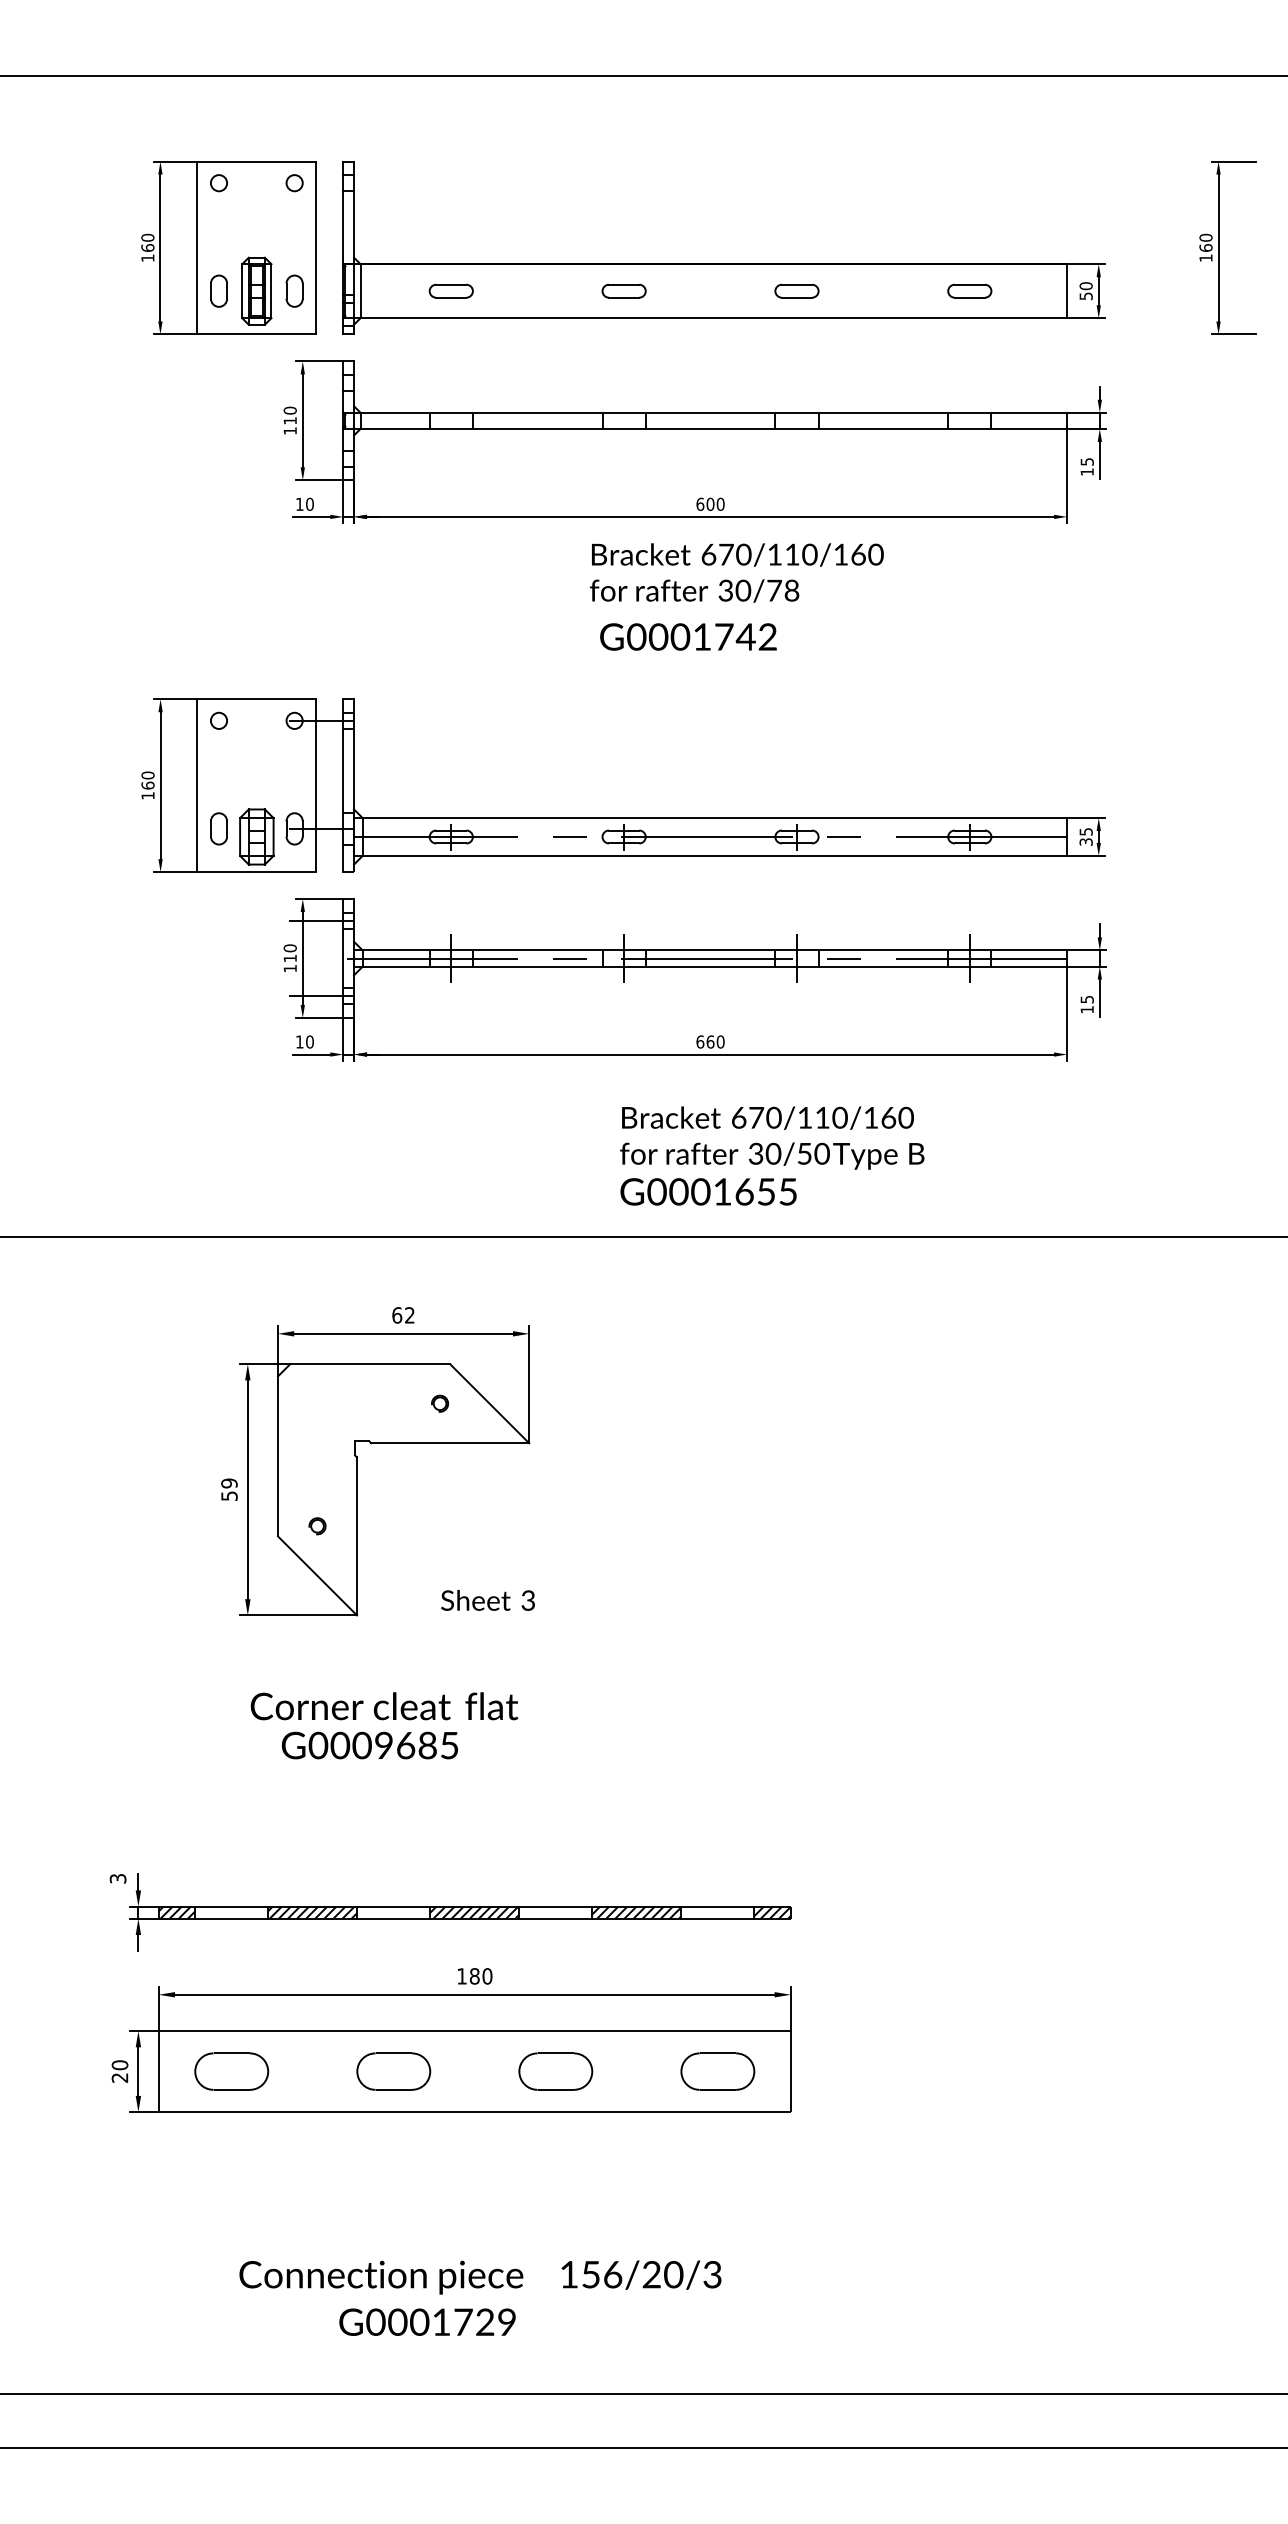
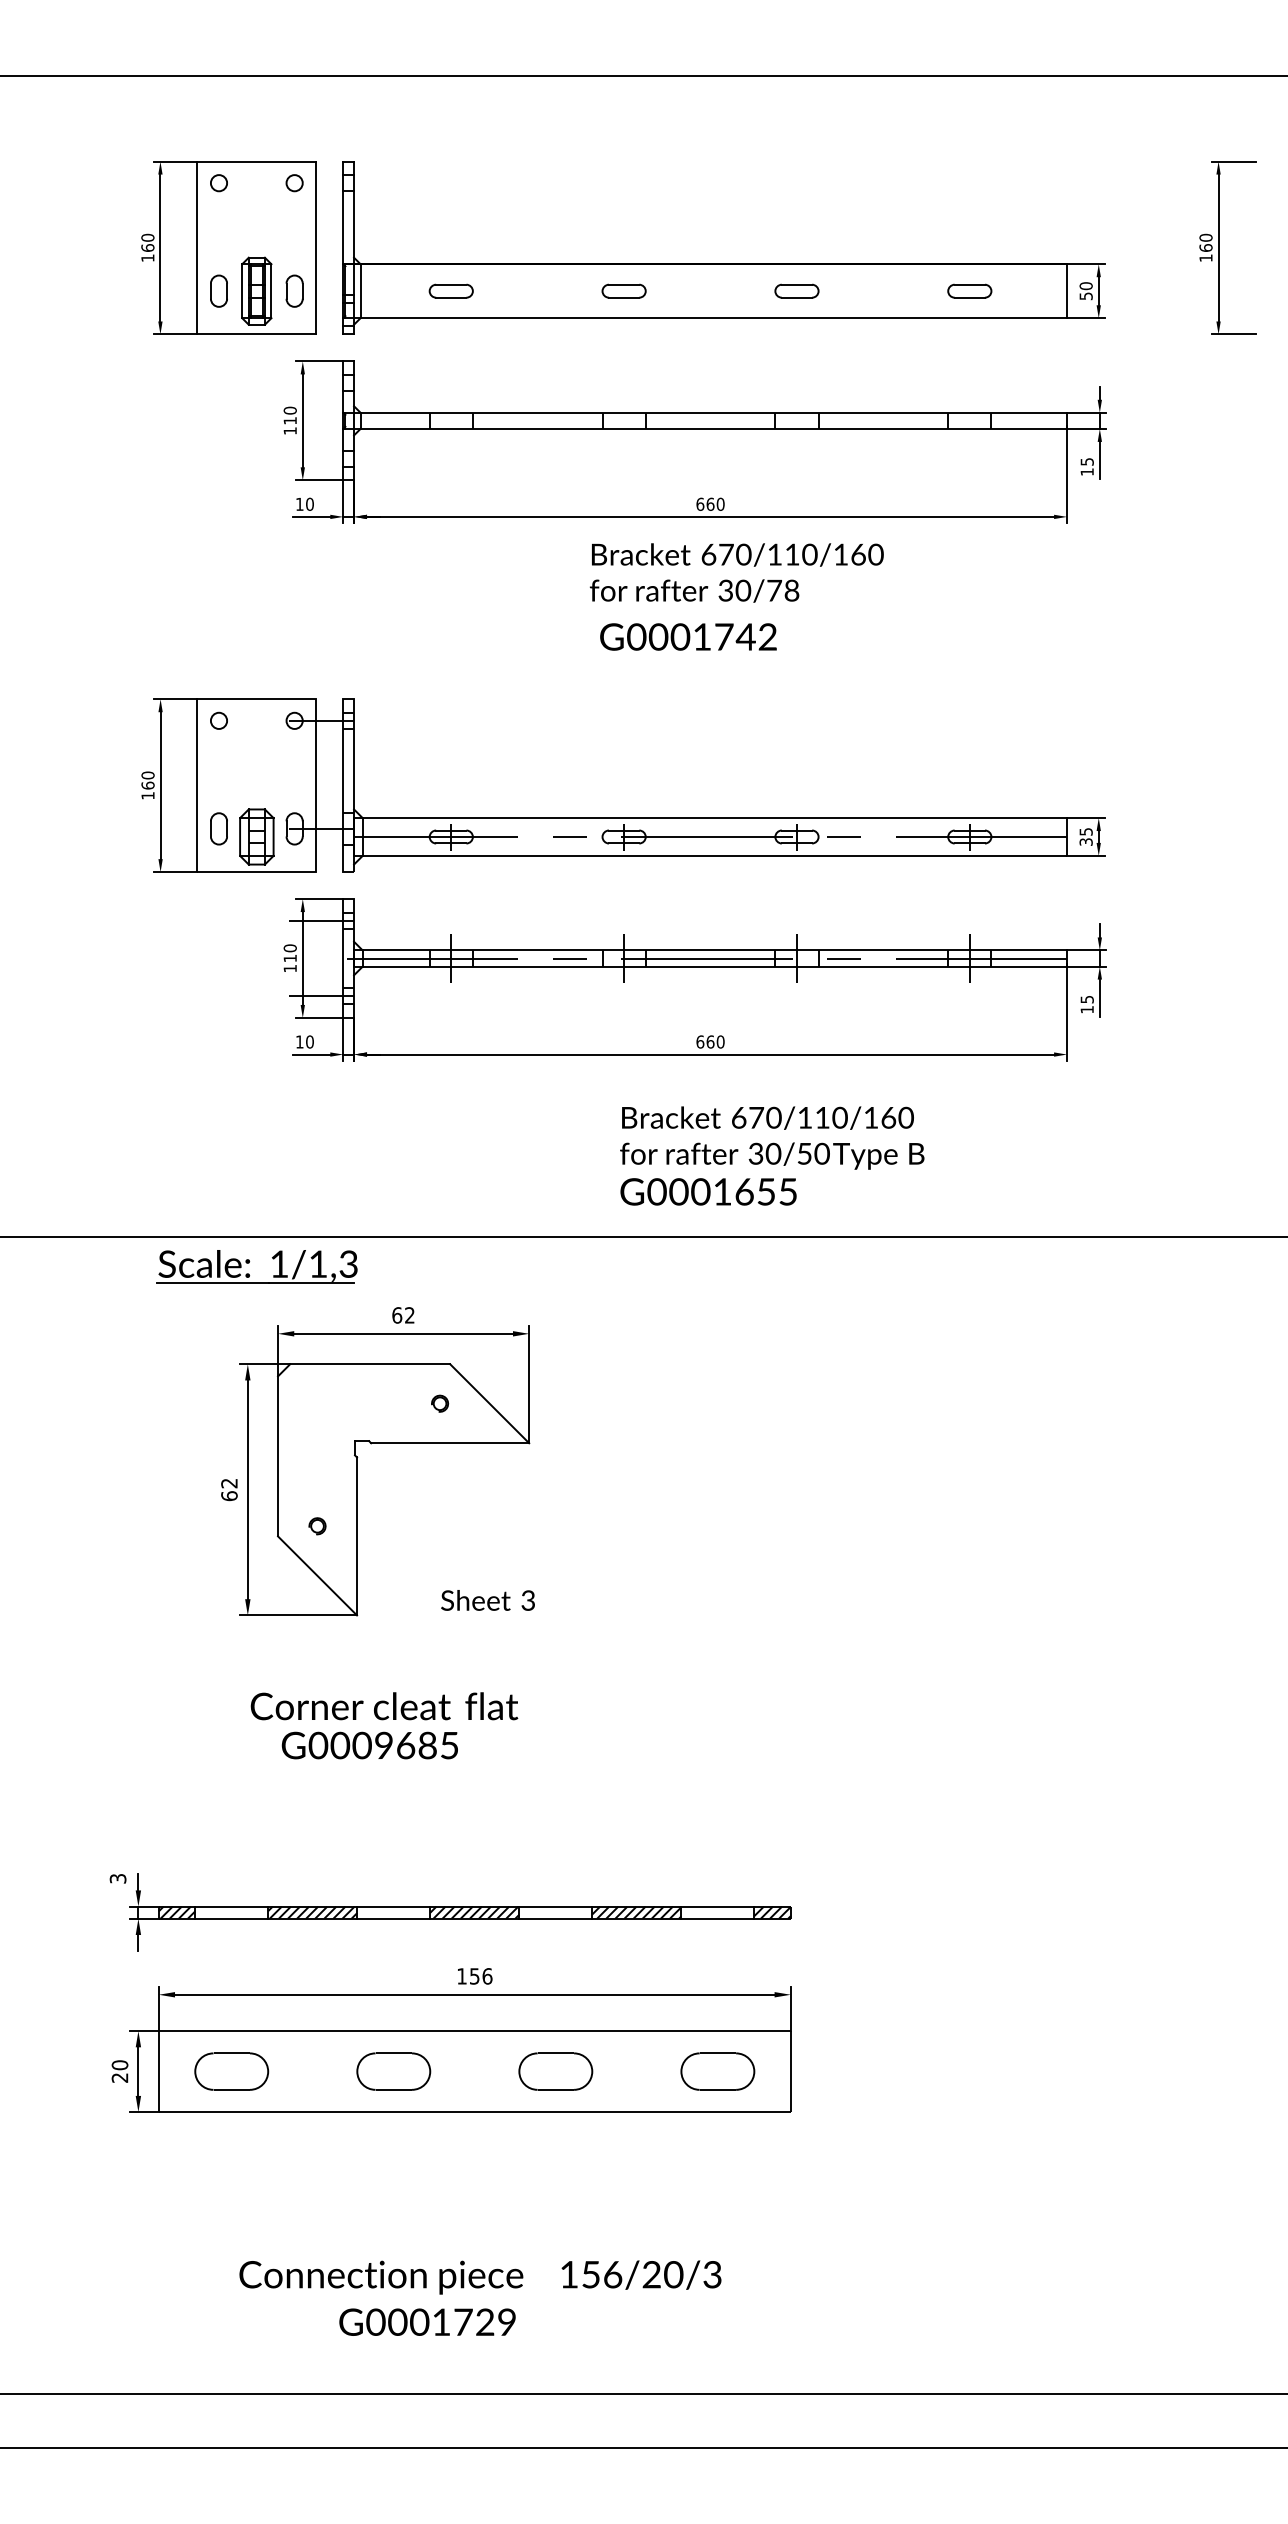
text at (710, 503): 600 -> 660
part at (249, 1263): none -> present
text at (229, 1489): 59 -> 62
text at (480, 1976): 180 -> 156
